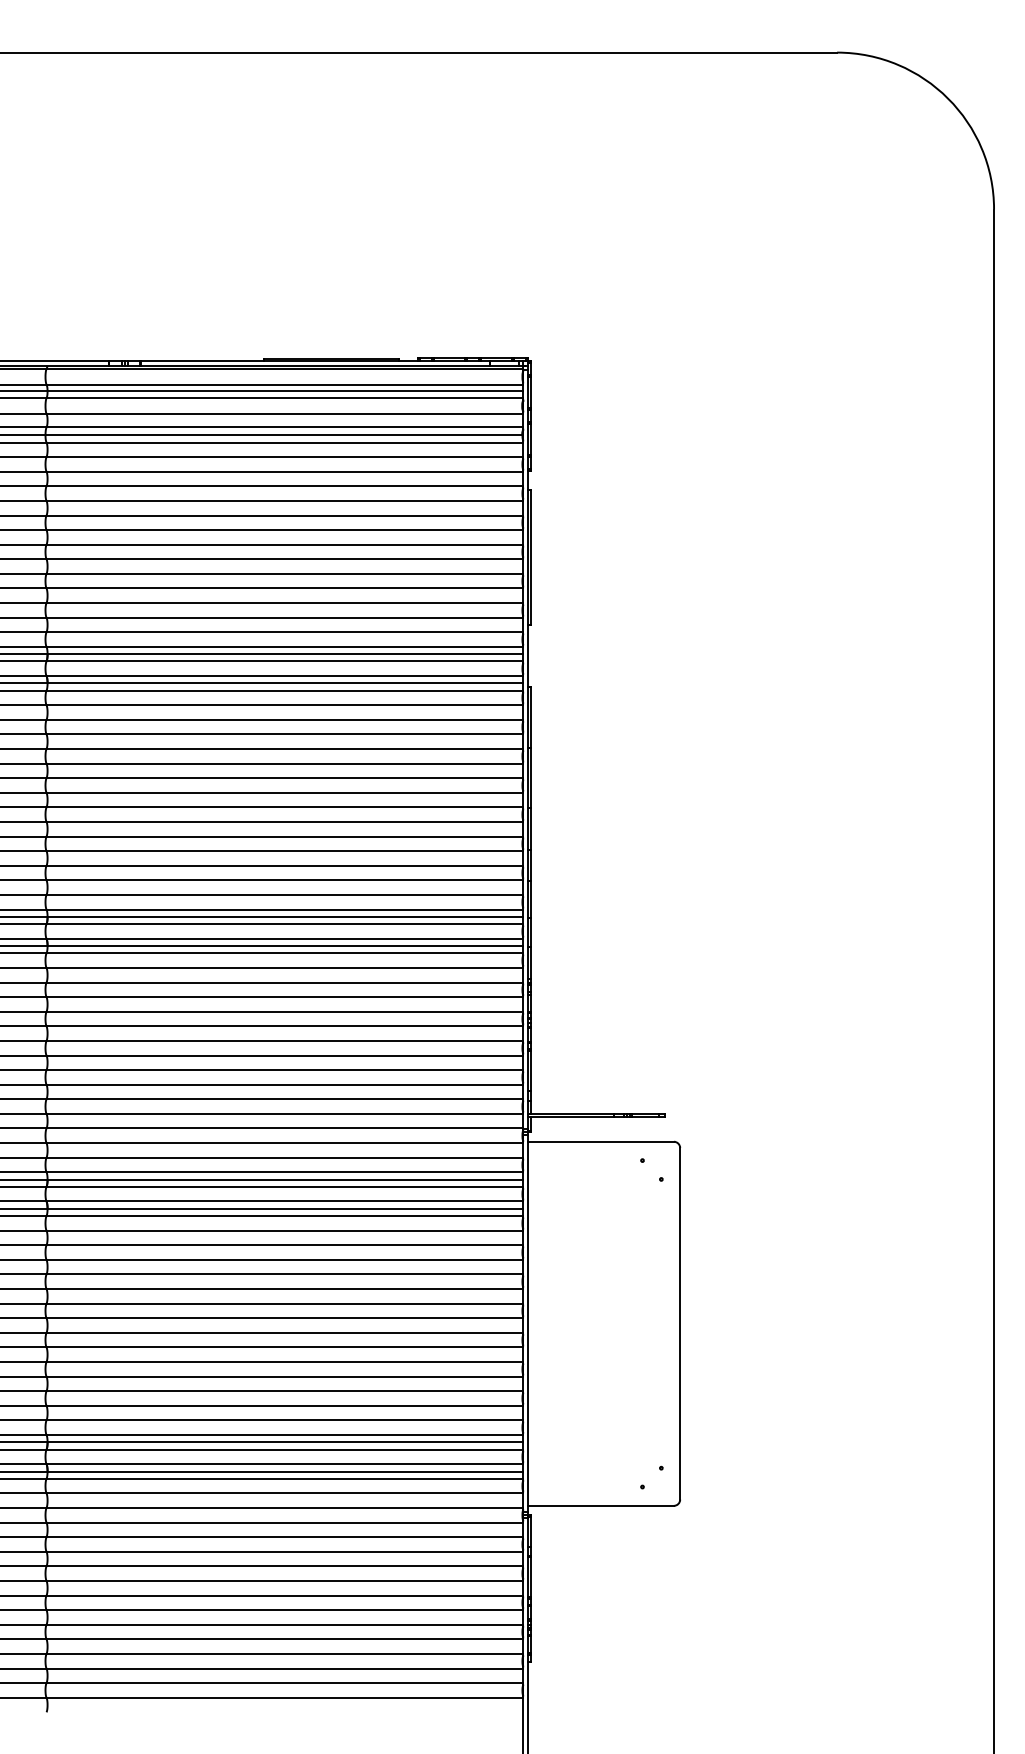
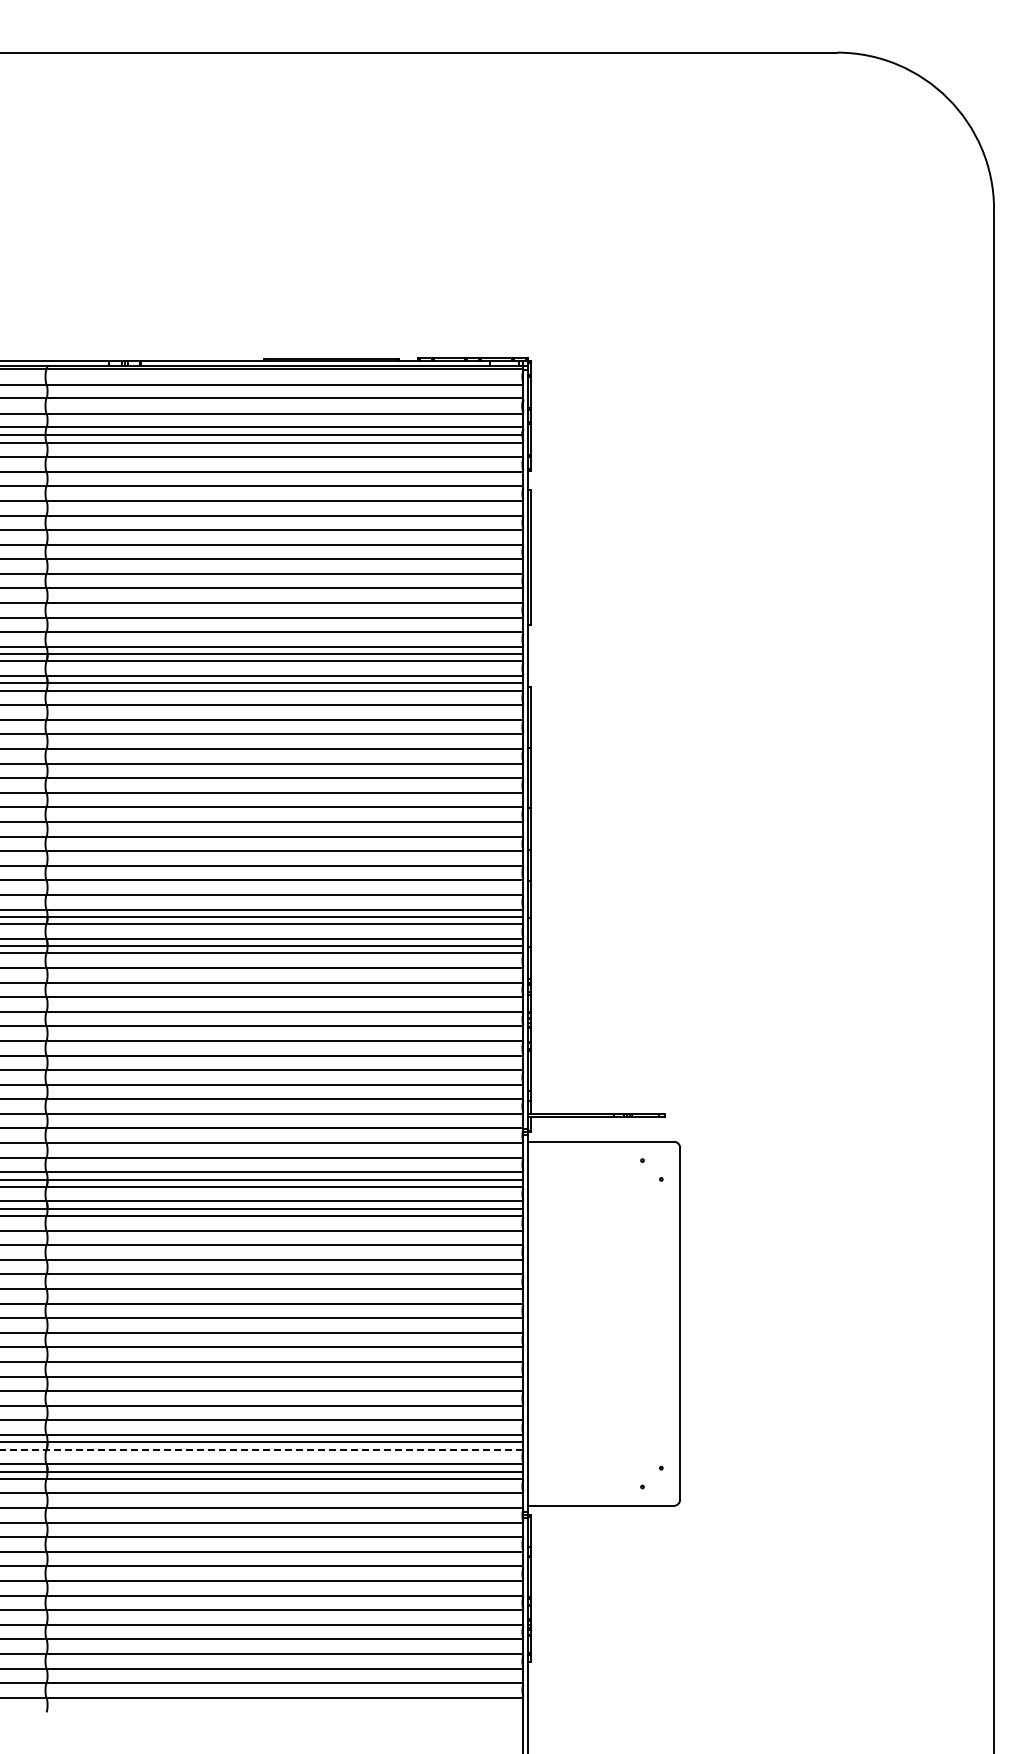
line at (262, 391): present -> none
line at (261, 1449): solid -> dashed
